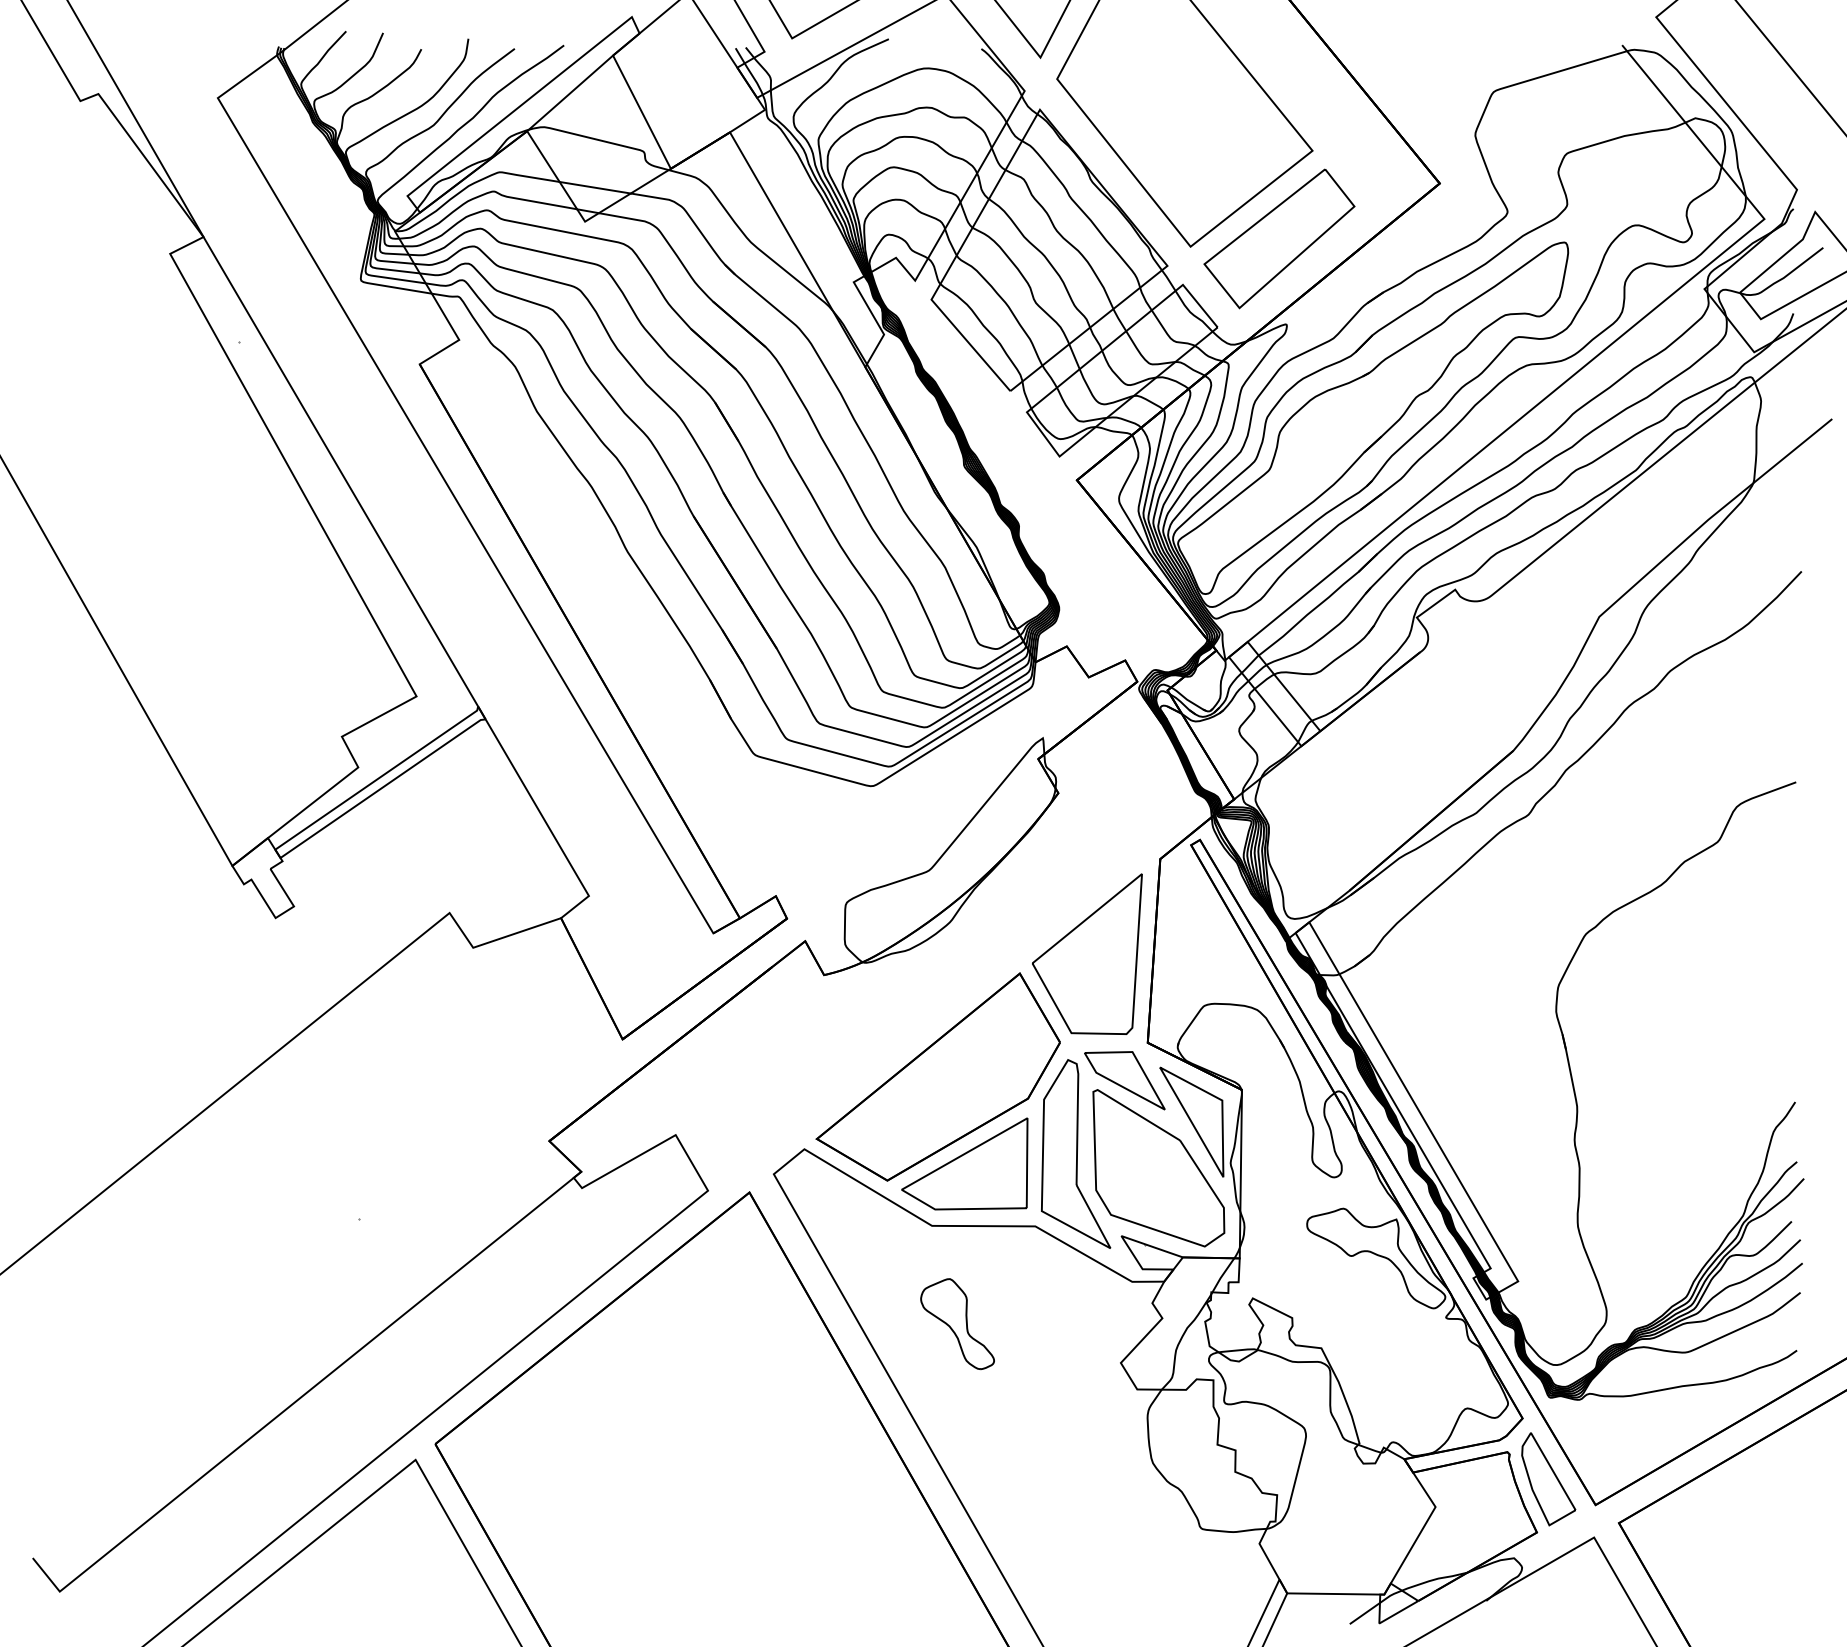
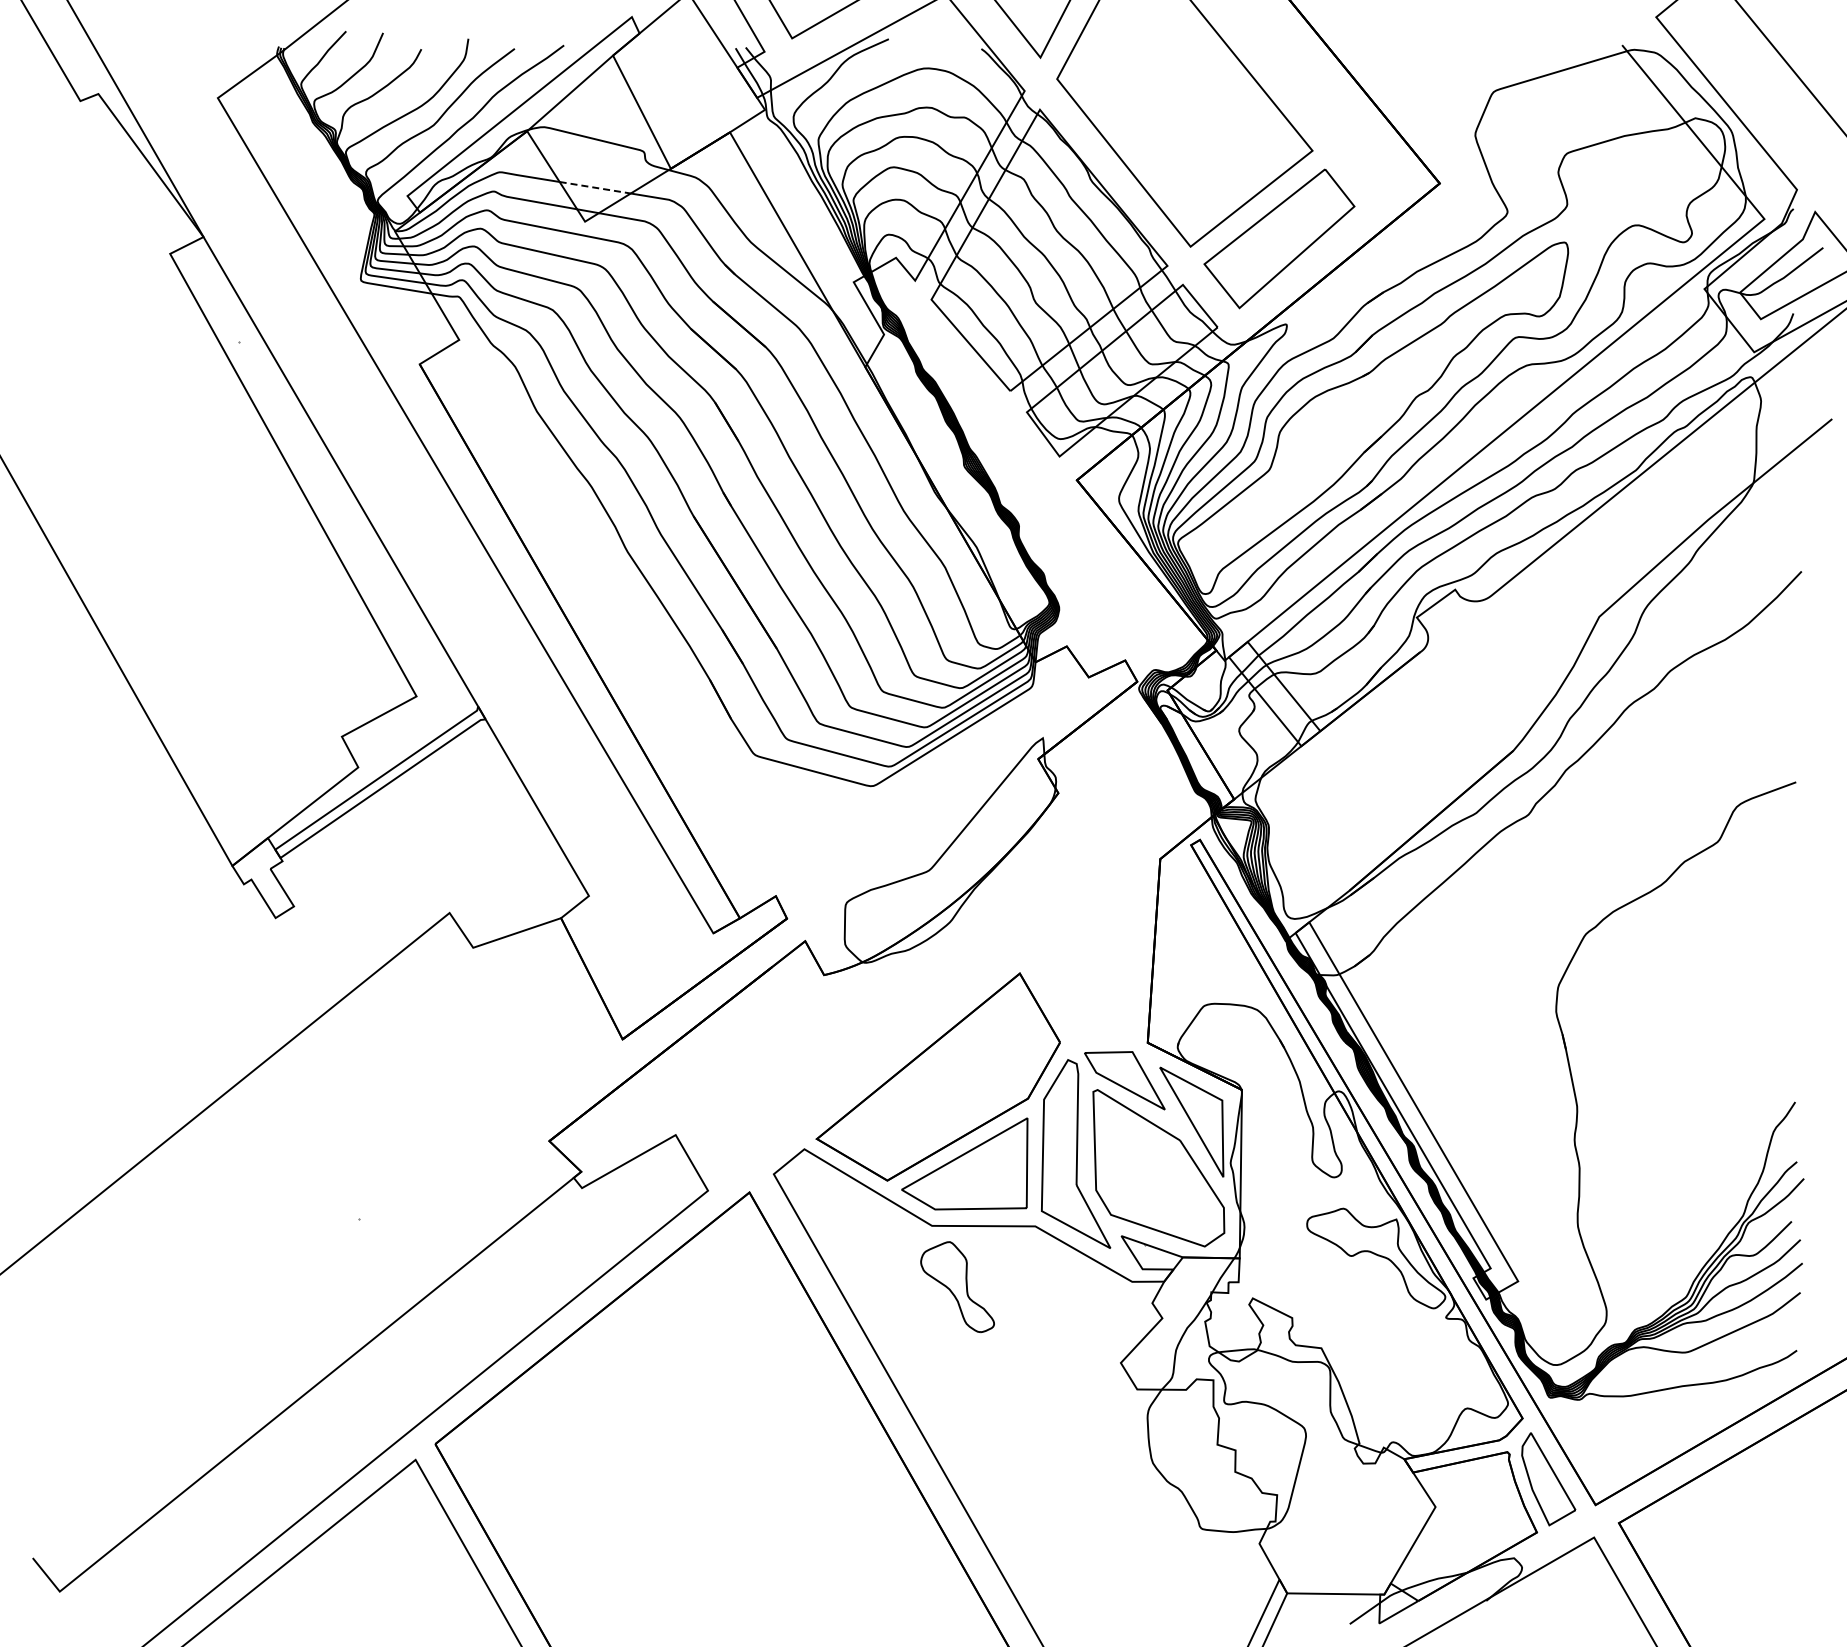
line at (595, 187): solid -> dashed
part at (1087, 953): present -> none
part at (957, 1324) position: (957, 1324) -> (957, 1287)
